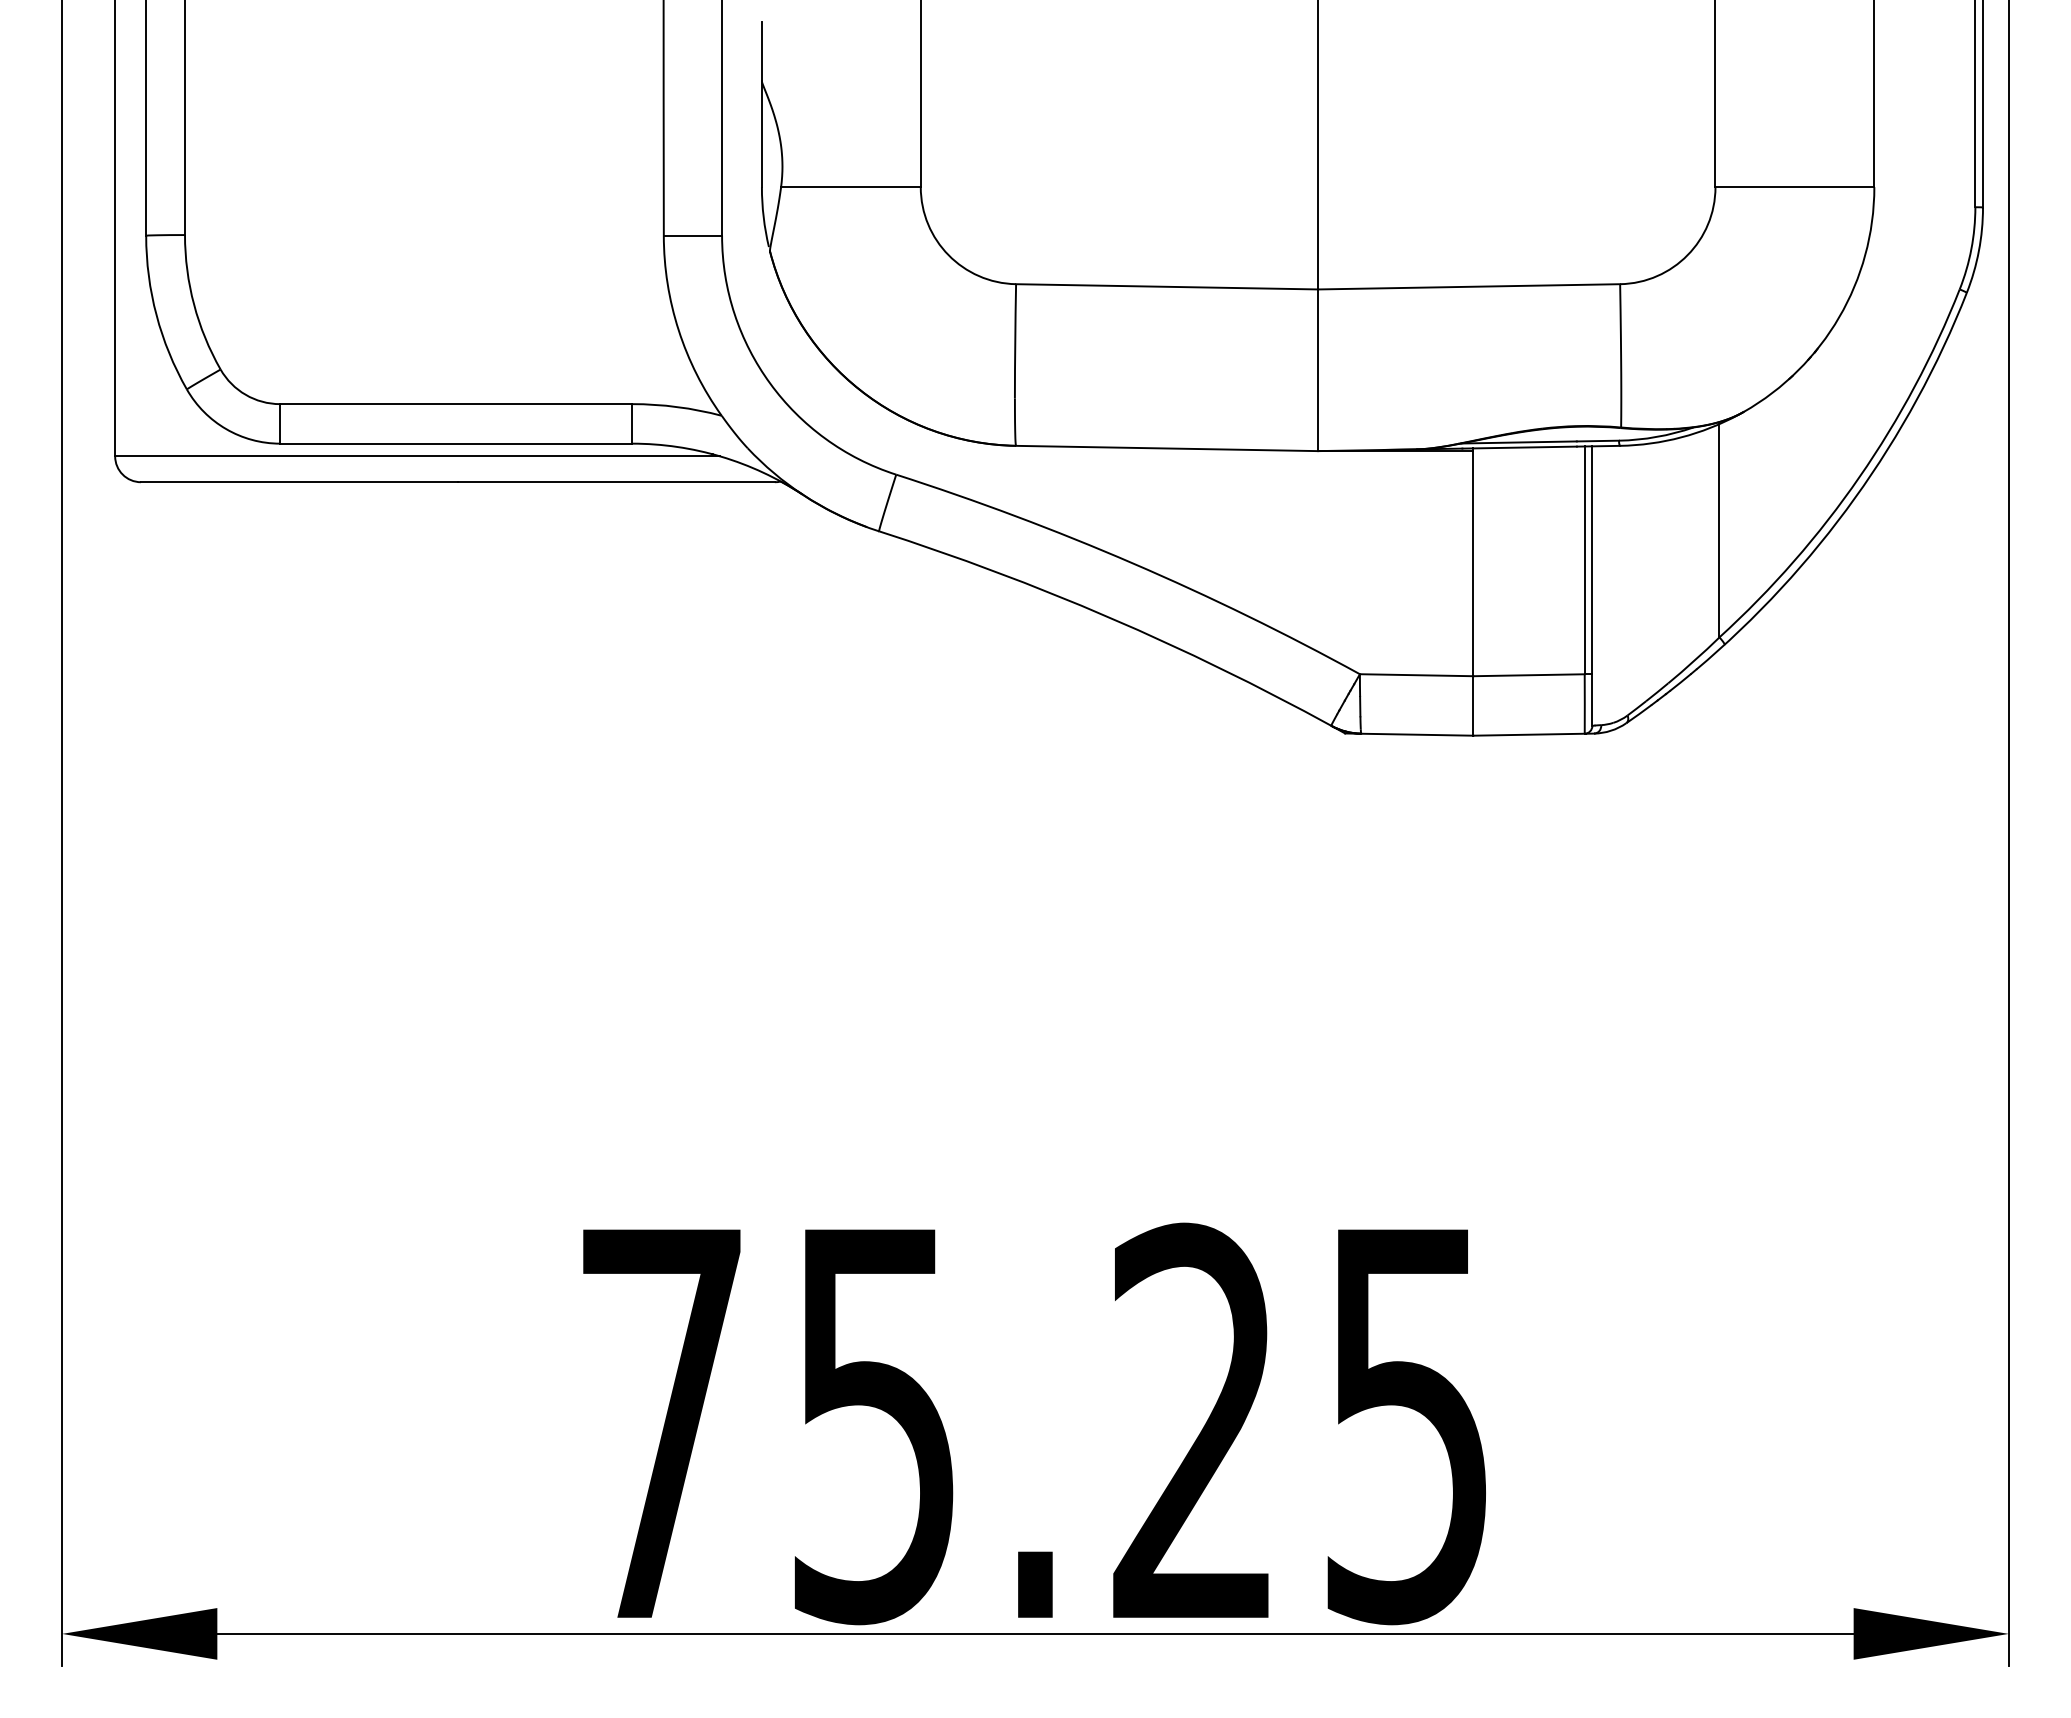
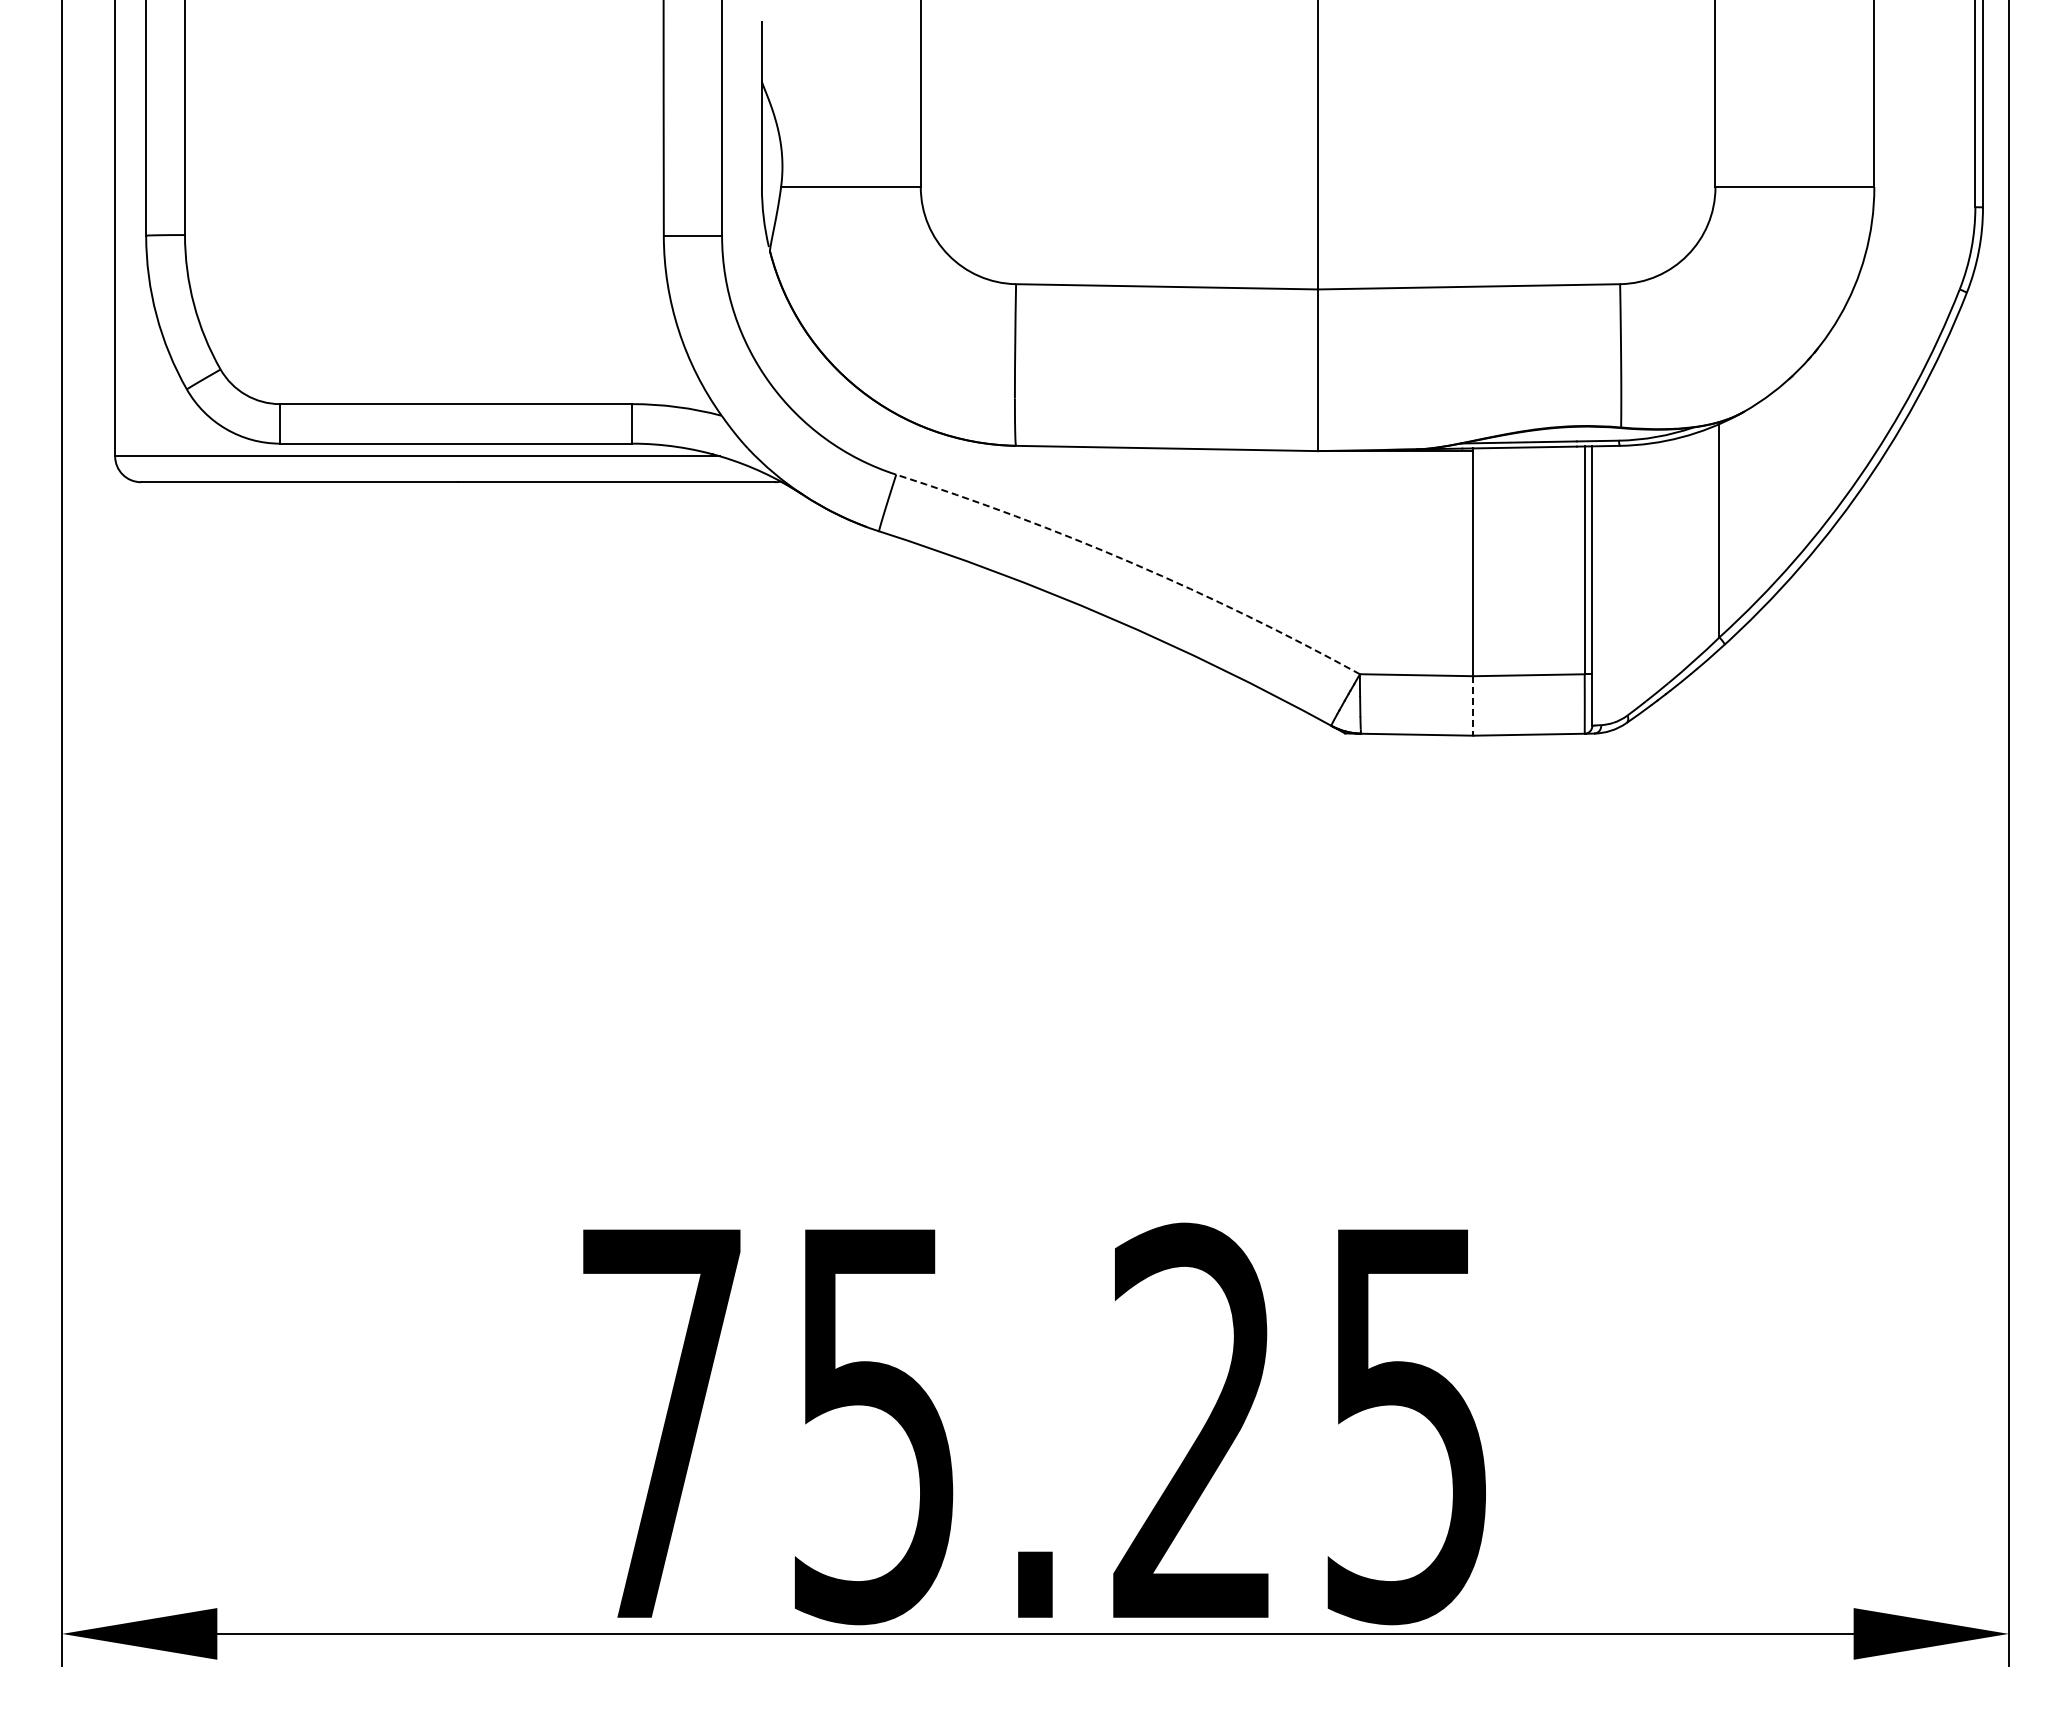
arc at (1132, 563): solid -> dashed
line at (1473, 705): solid -> dashed
